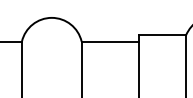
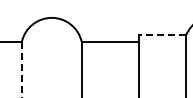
line at (162, 35): solid -> dashed
line at (21, 69): solid -> dashed
